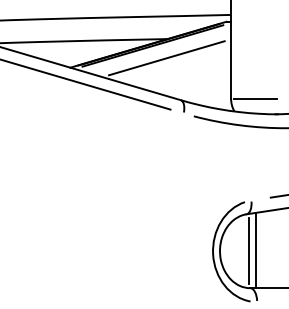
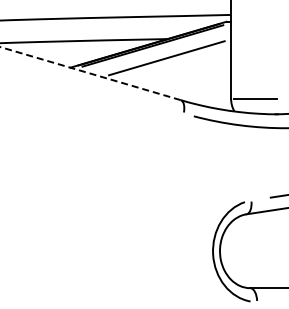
line at (90, 73): solid -> dashed
line at (86, 84): present -> none
line at (249, 250): present -> none
line at (256, 250): present -> none
